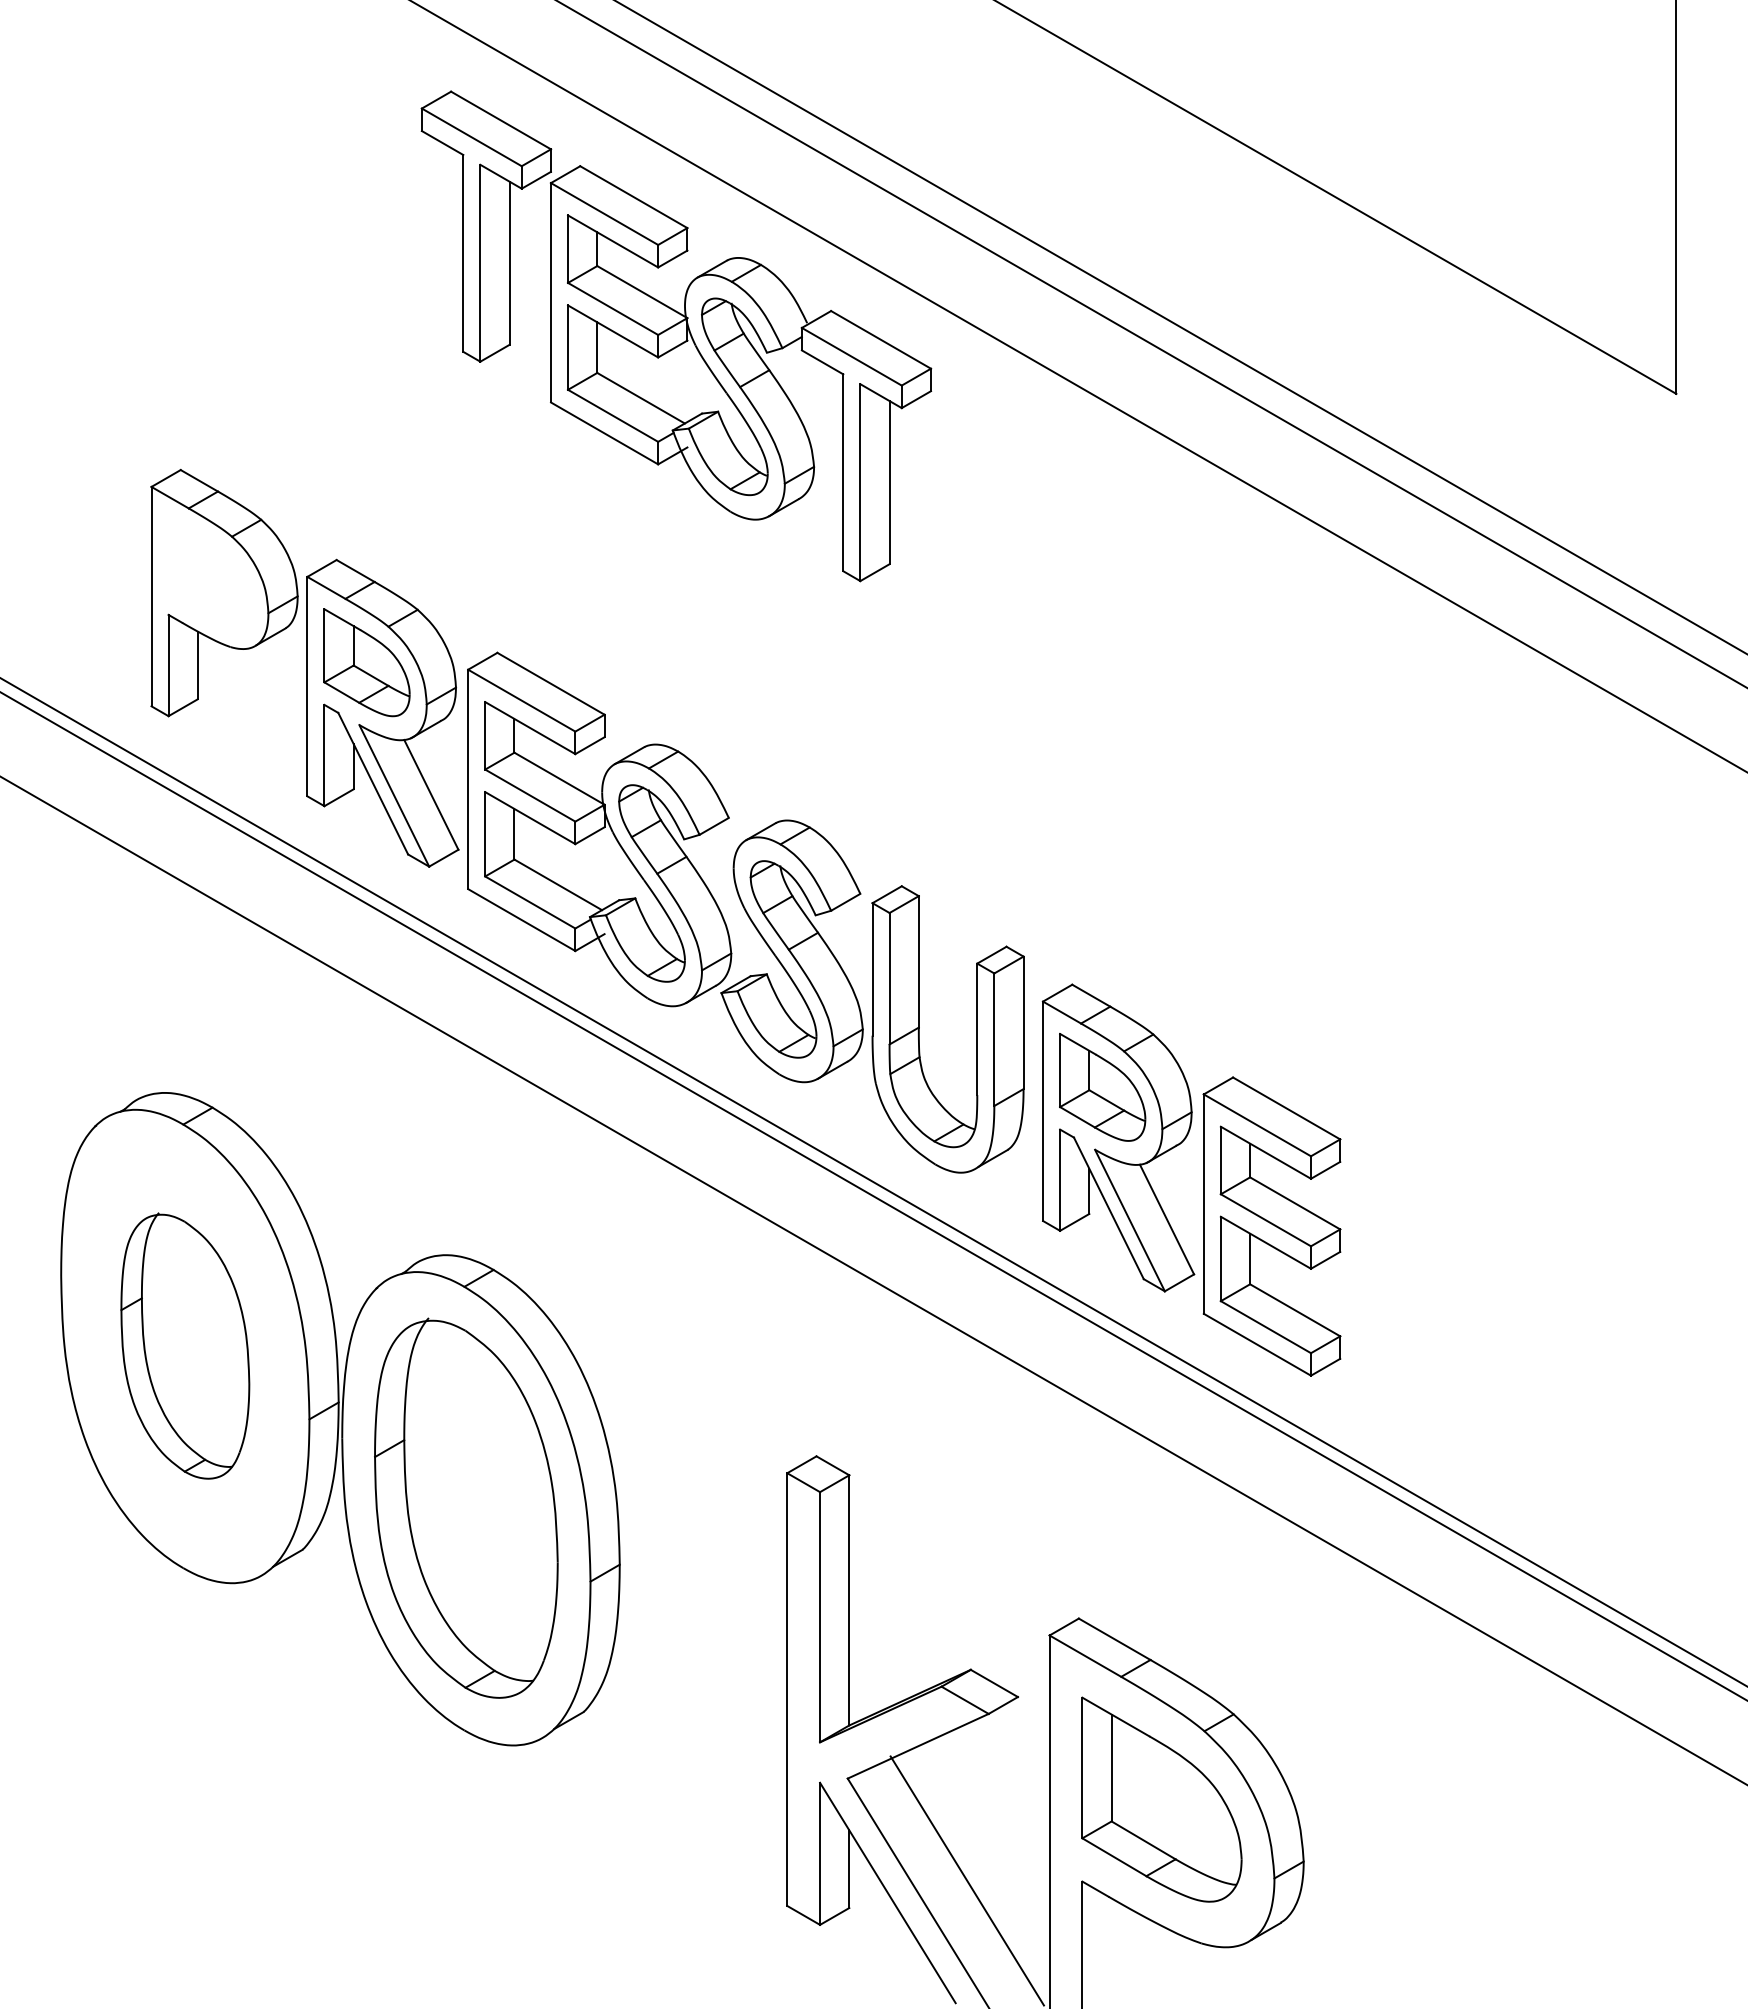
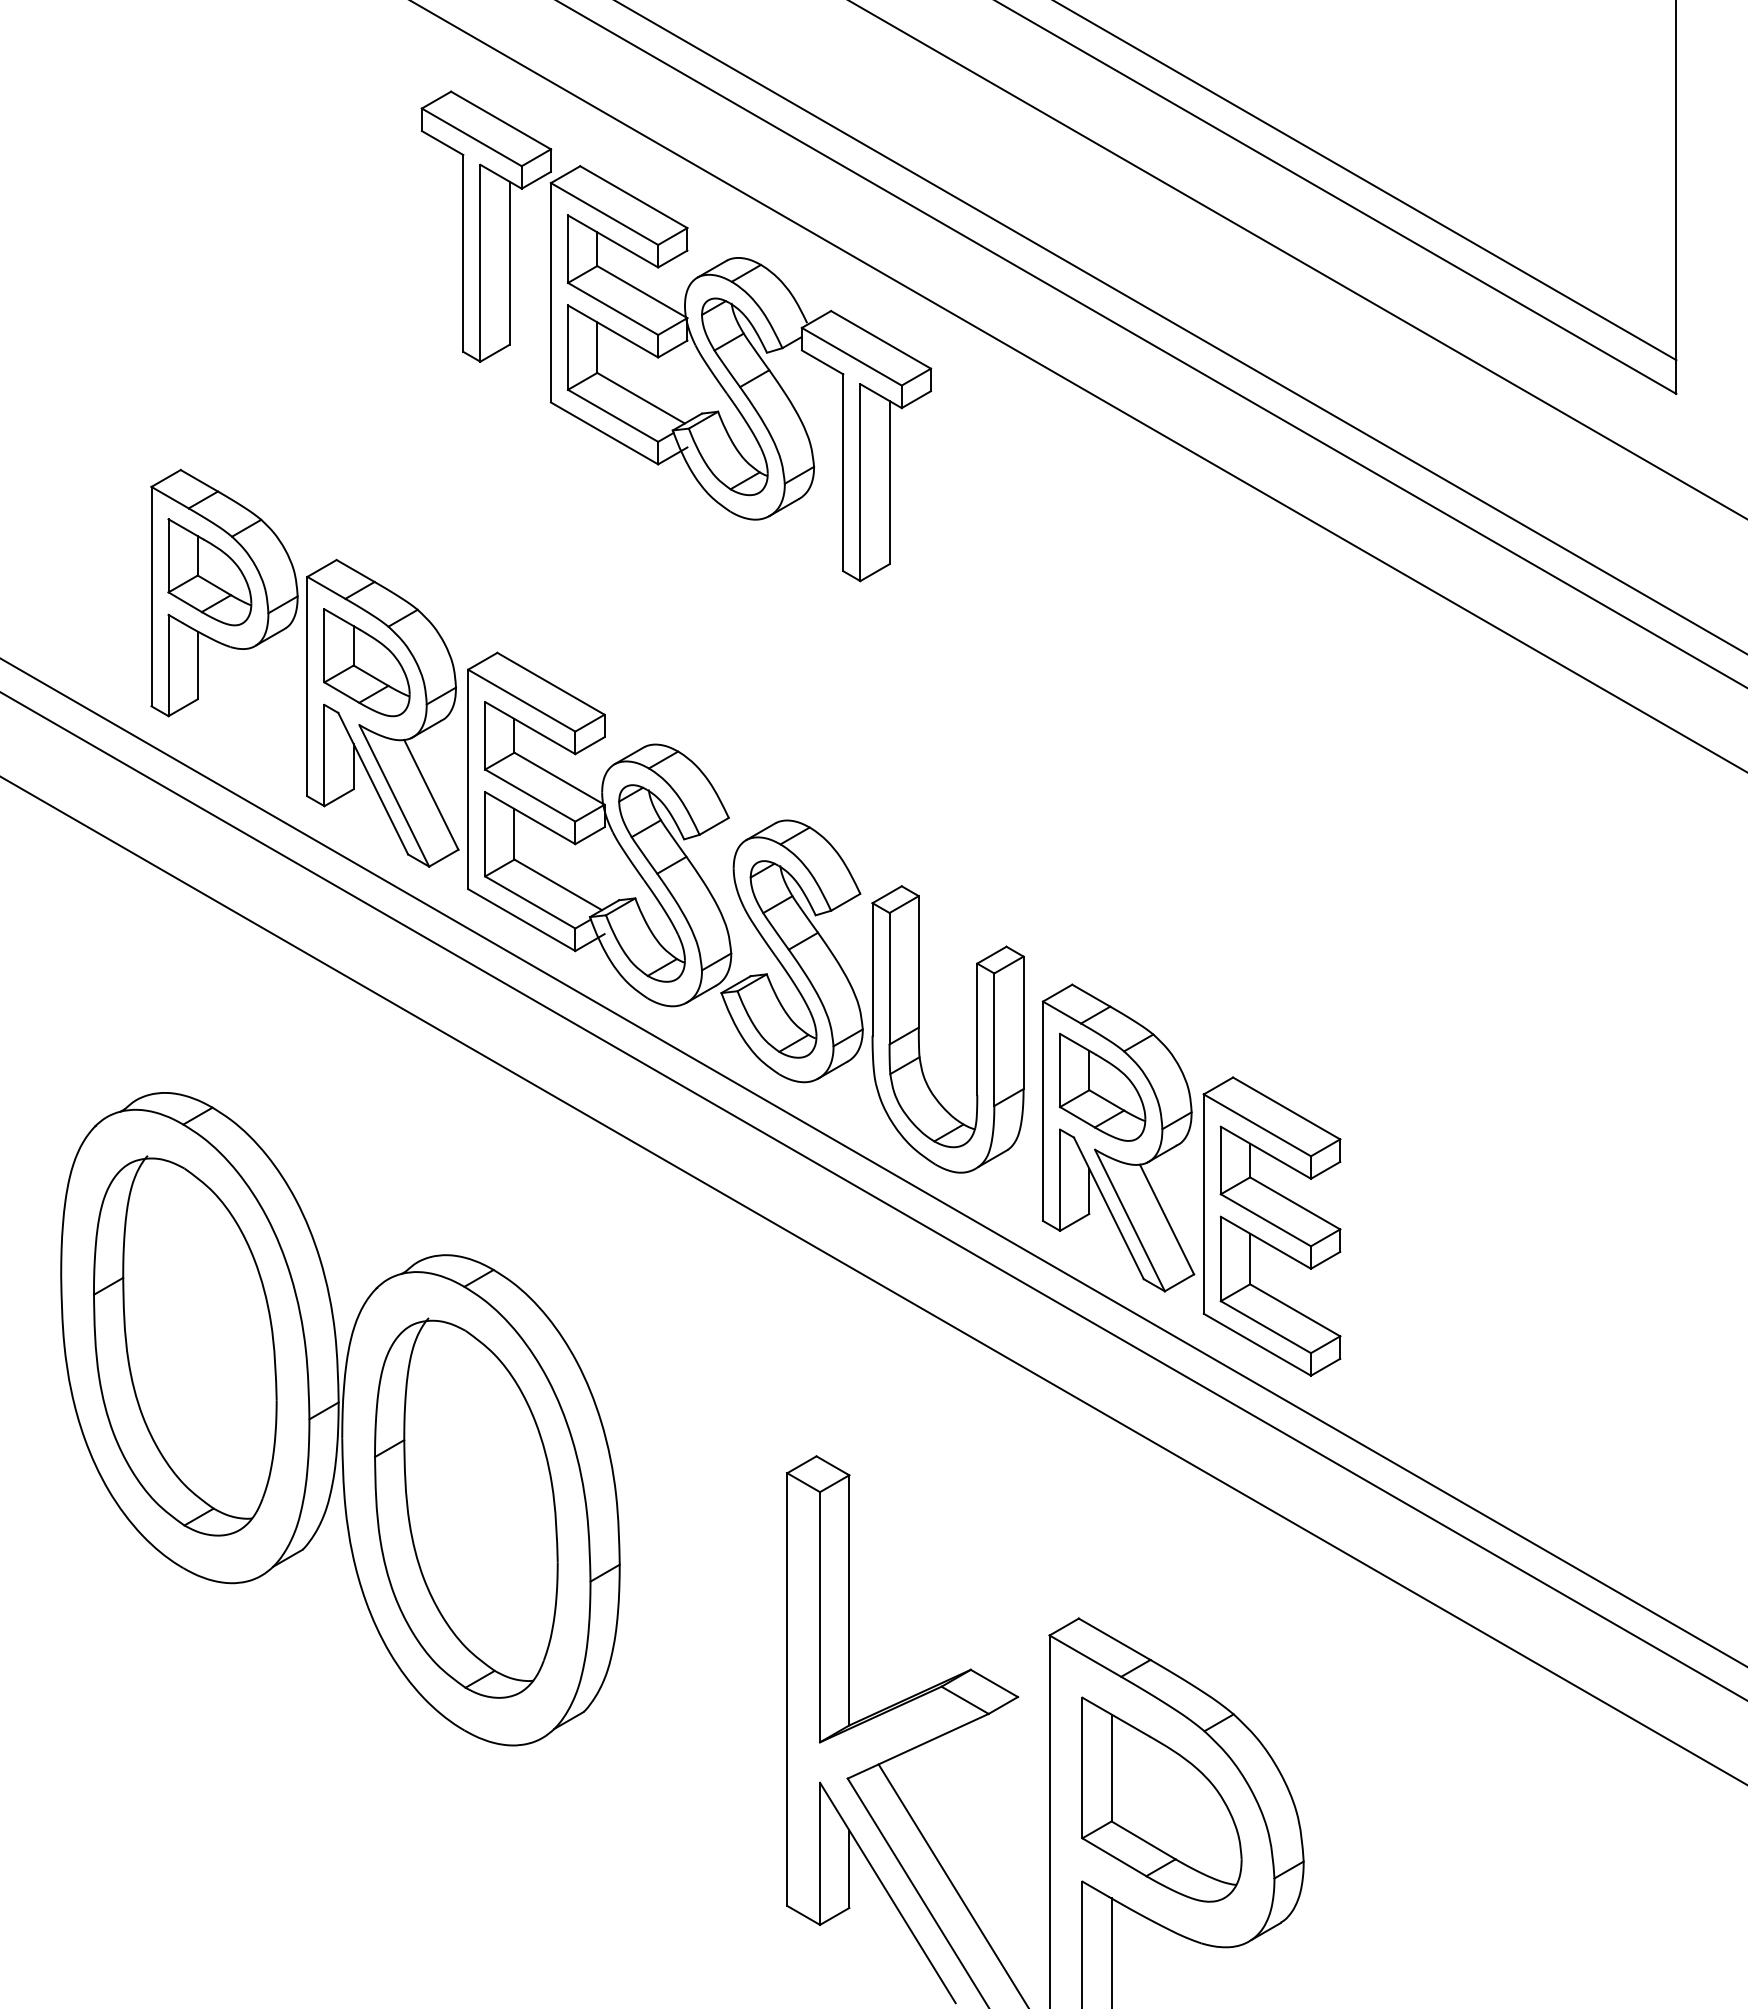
line at (1366, 181): none -> present
line at (1297, 259): none -> present
part at (209, 572): none -> present
line at (873, 1181) position: (873, 1181) -> (873, 1162)
part at (185, 1345) size: 131x268 px -> 185x382 px
line at (966, 1880) position: (966, 1880) -> (952, 1884)
line at (1111, 1951): none -> present
